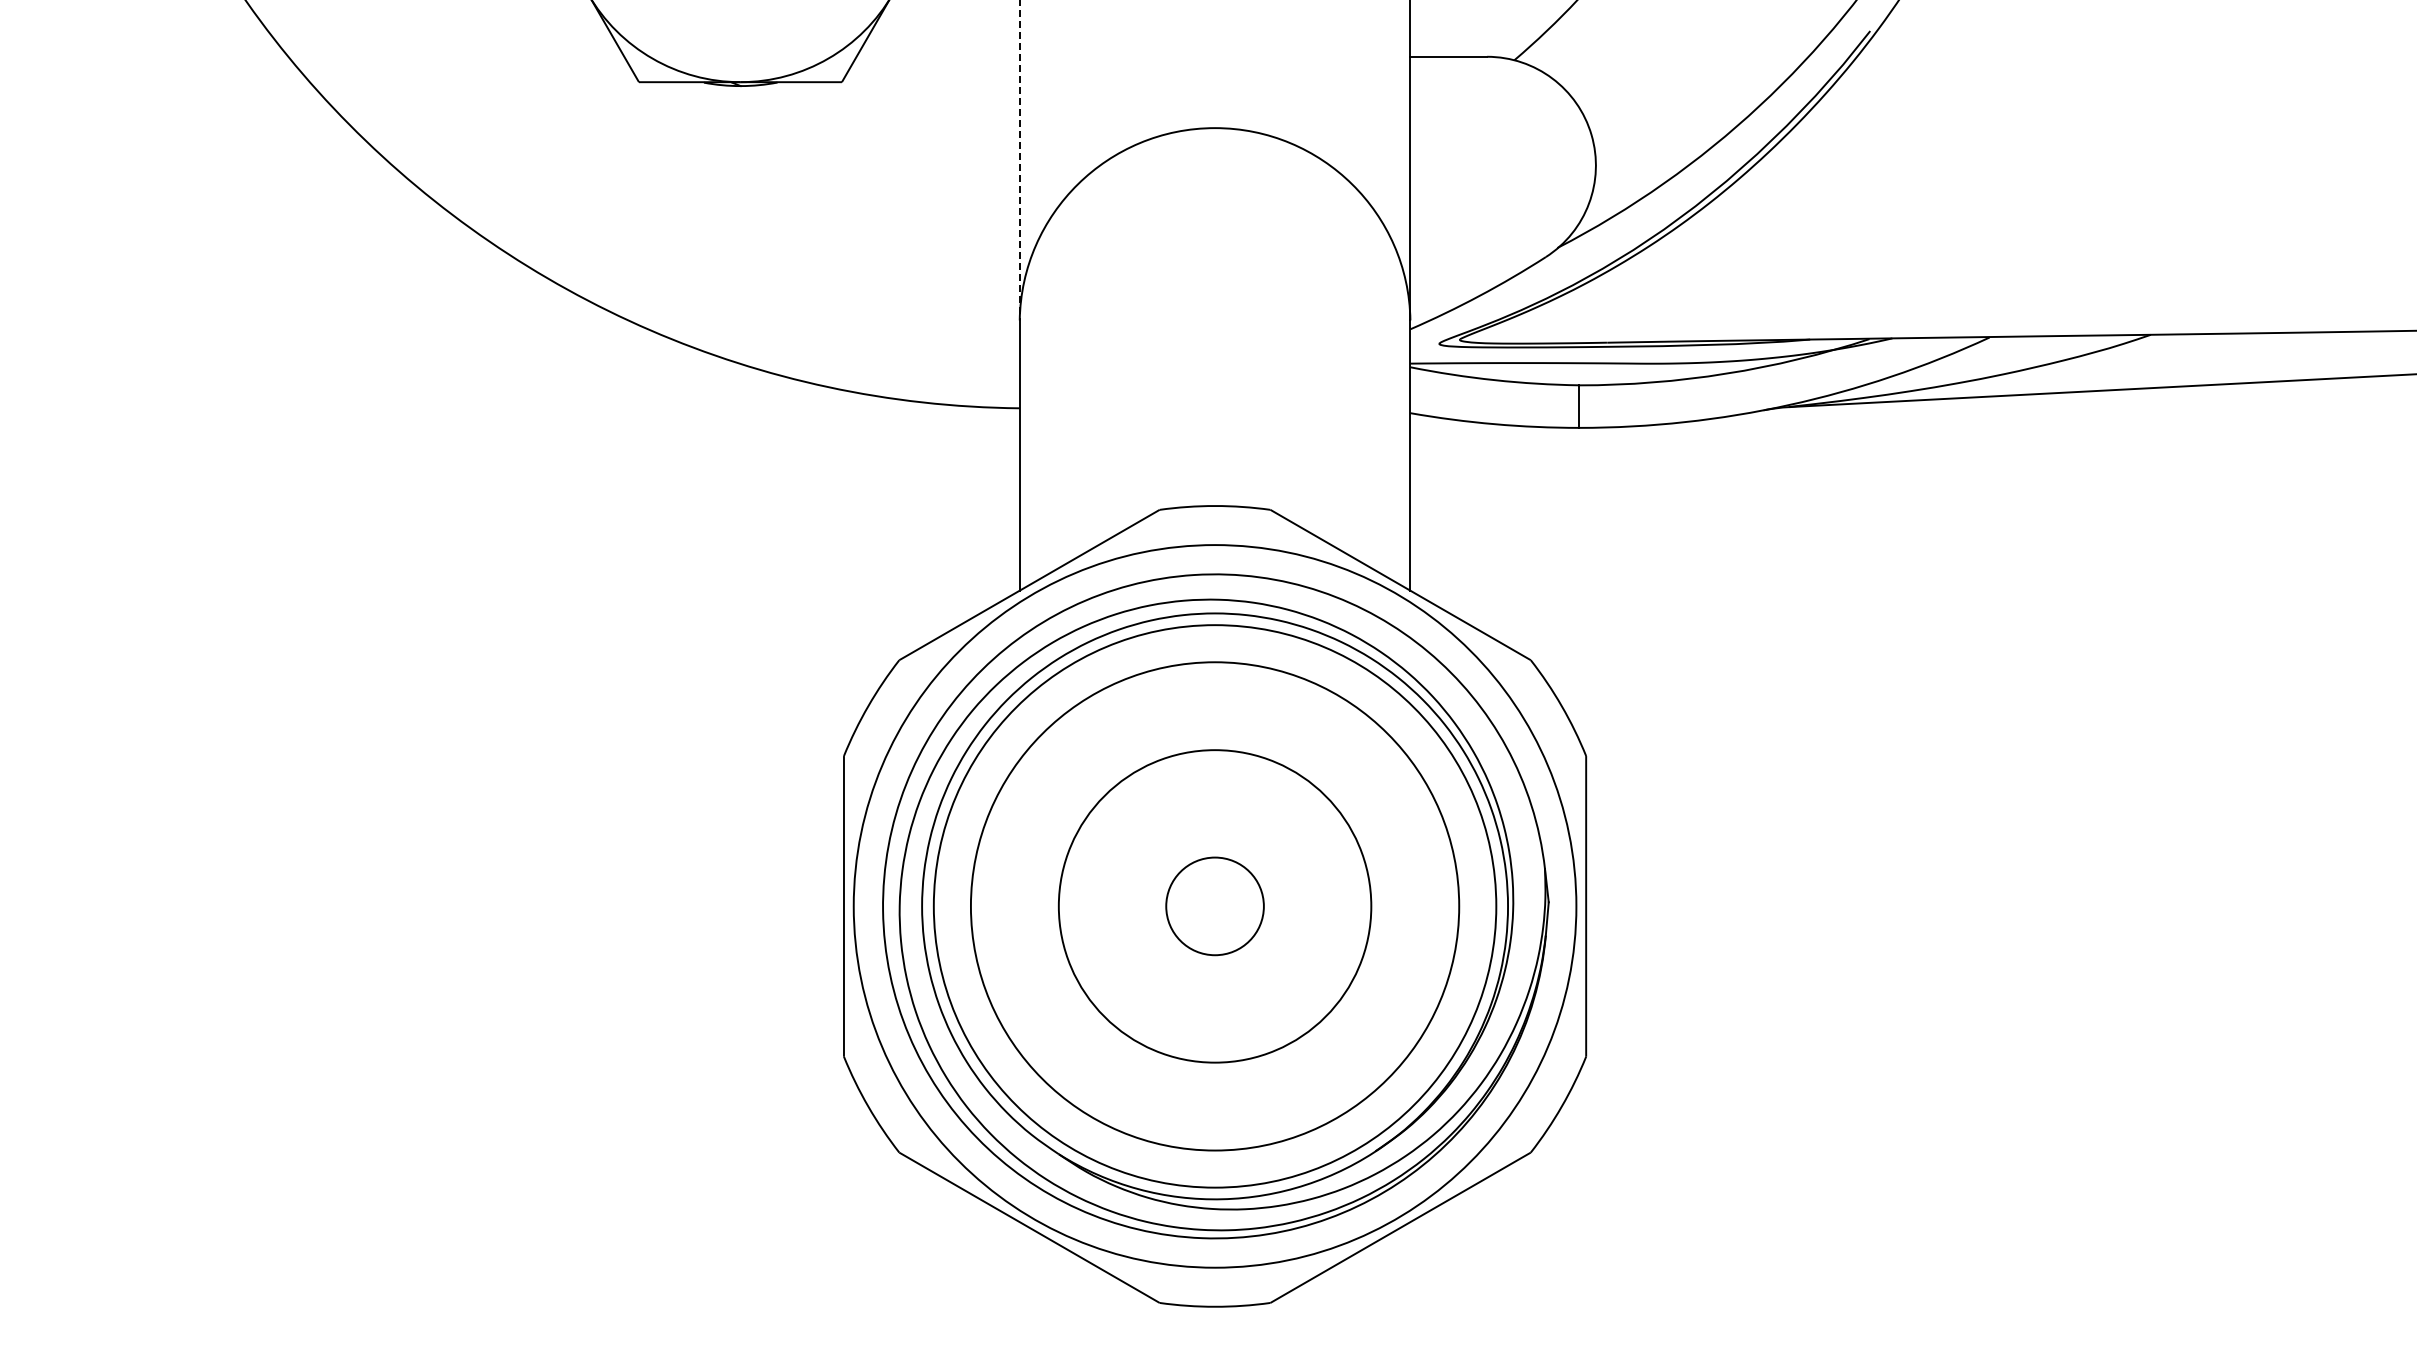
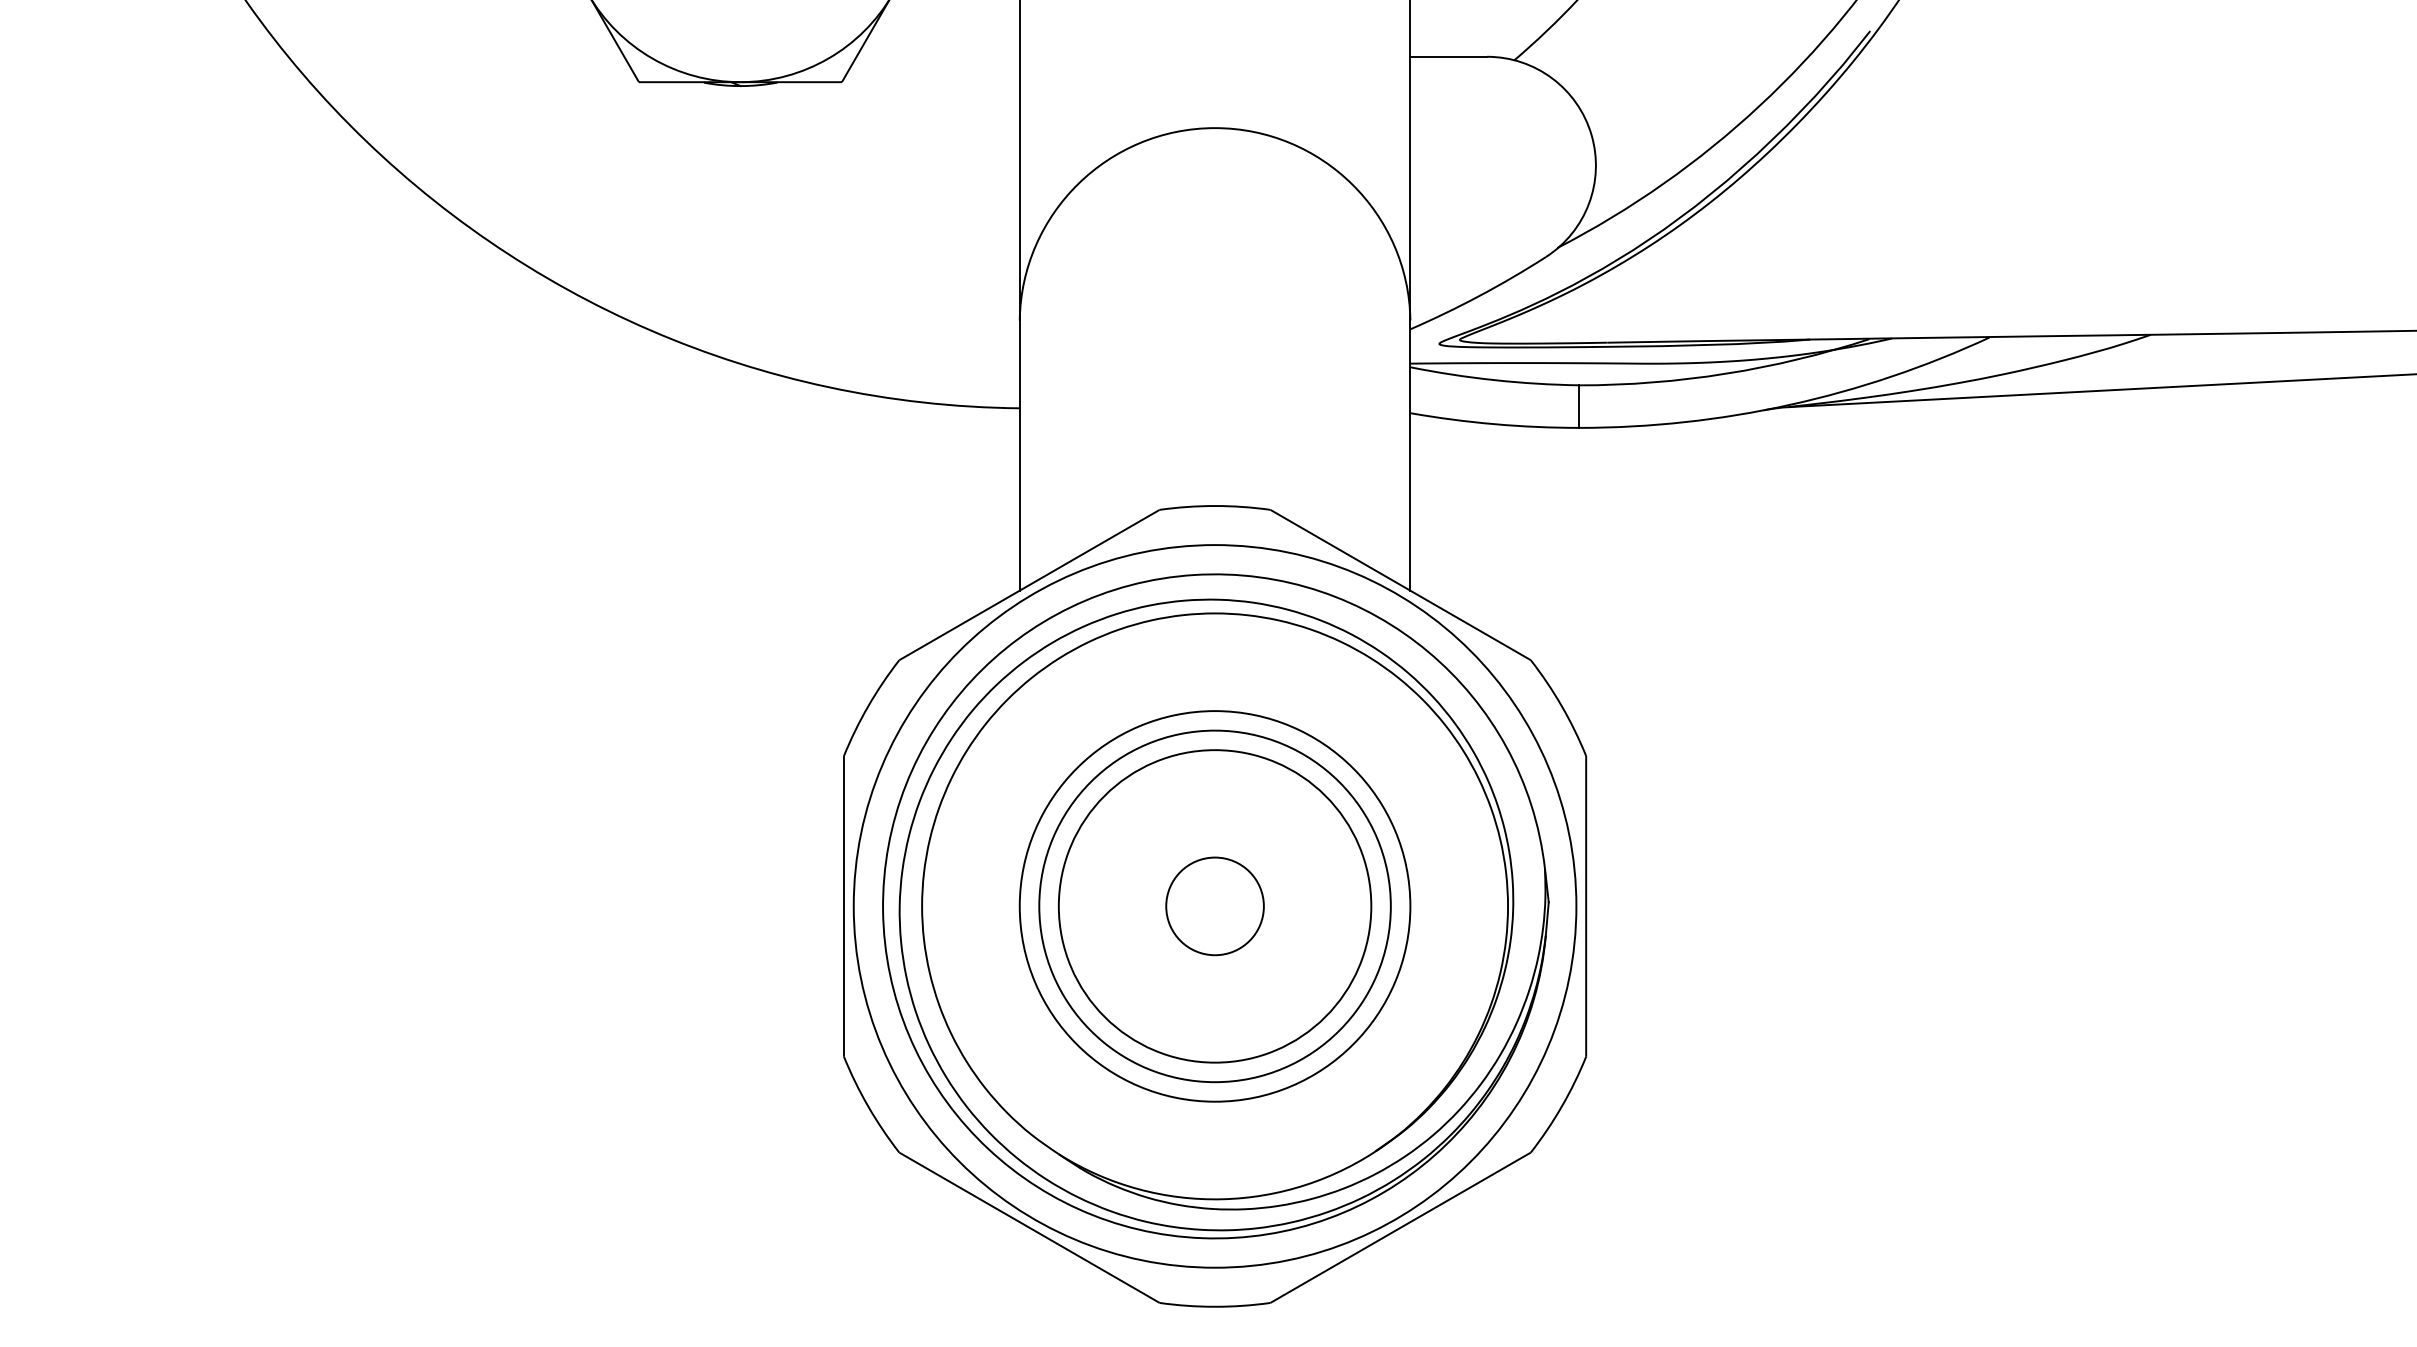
line at (1019, 160): dashed -> solid
circle at (1214, 906) diameter: 488 px -> 391 px
circle at (1214, 906) diameter: 562 px -> 352 px
